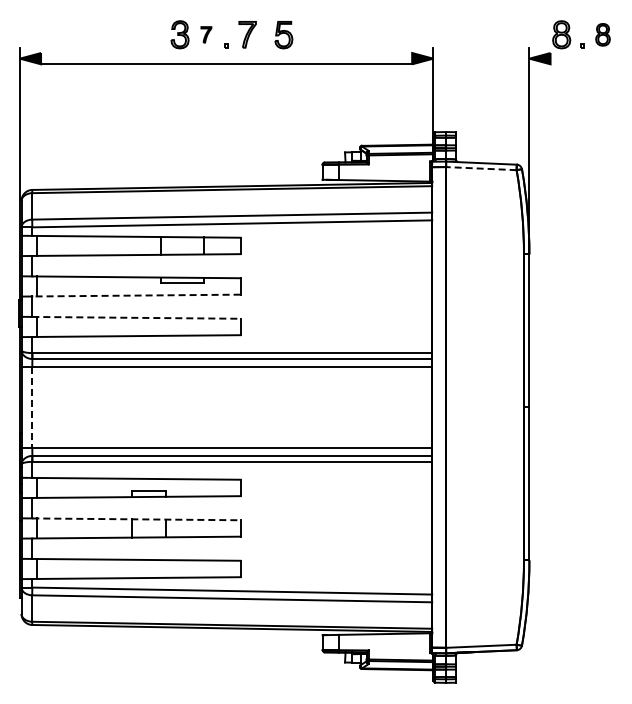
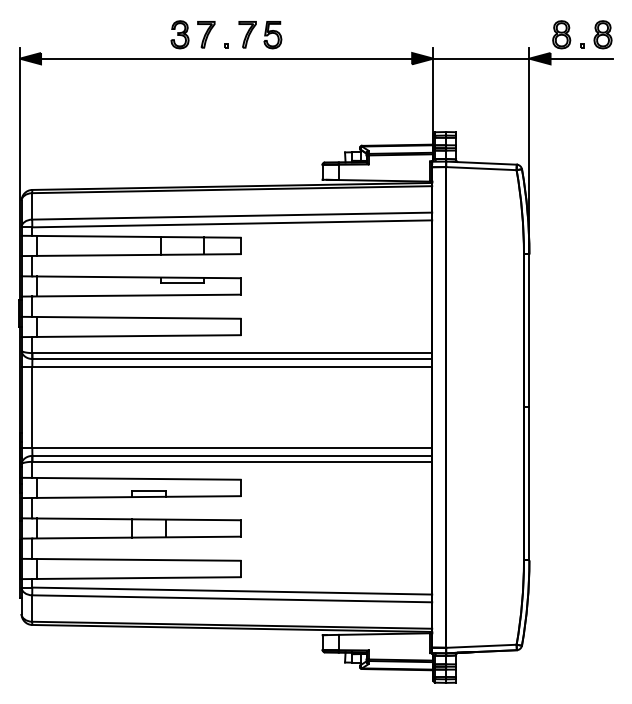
part at (206, 34) size: 13x18 px -> 19x28 px
part at (602, 34) size: 16x24 px -> 20x30 px
part at (283, 35) position: (283, 35) -> (272, 35)
line at (481, 58): none -> present
line at (581, 58): none -> present
line at (226, 63) position: (226, 63) -> (226, 58)
line at (480, 168): dashed -> solid
line at (135, 295): dashed -> solid
line at (136, 317): dashed -> solid
line at (32, 407): dashed -> solid
line at (136, 519): dashed -> solid
